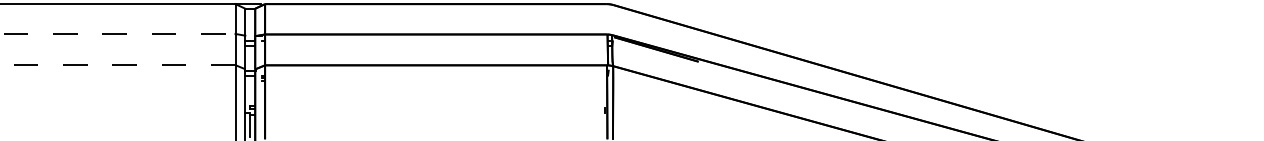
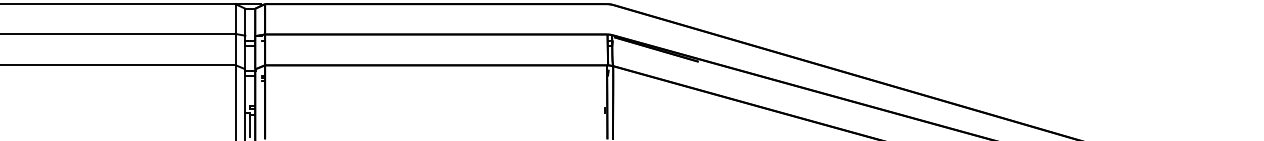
line at (118, 33): dashed -> solid
line at (117, 65): dashed -> solid
